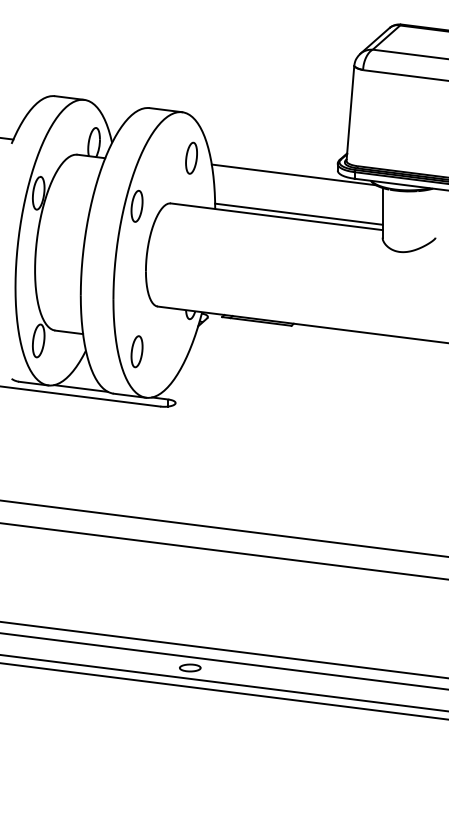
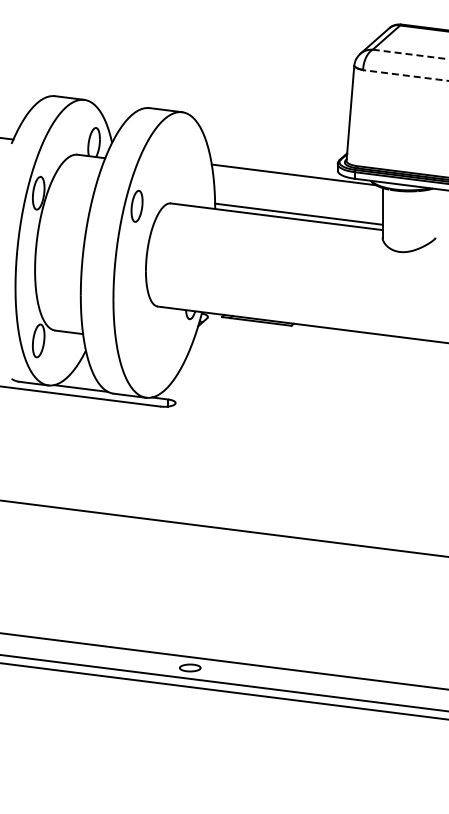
line at (410, 54): solid -> dashed
line at (405, 75): solid -> dashed
part at (191, 157): present -> none
part at (136, 351): present -> none
line at (223, 551): present -> none
line at (223, 649): present -> none
